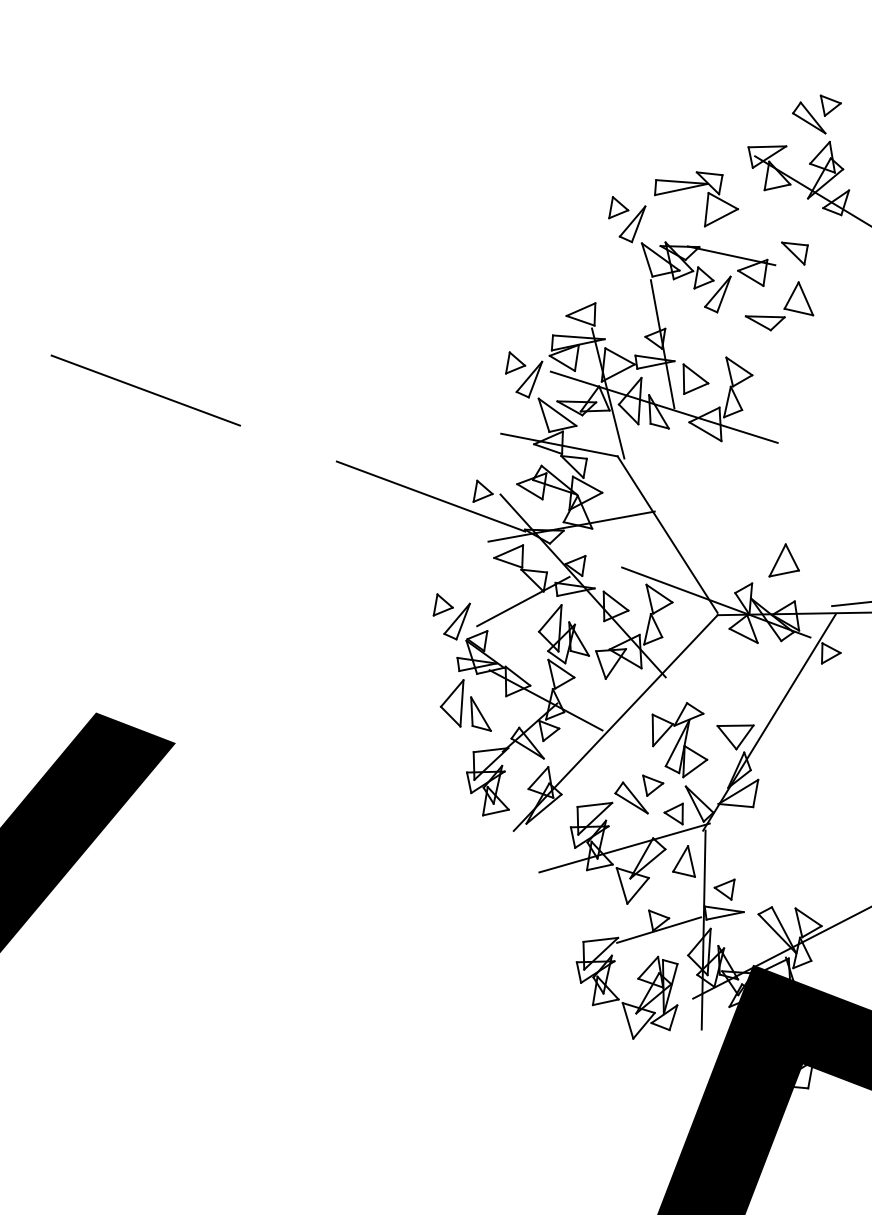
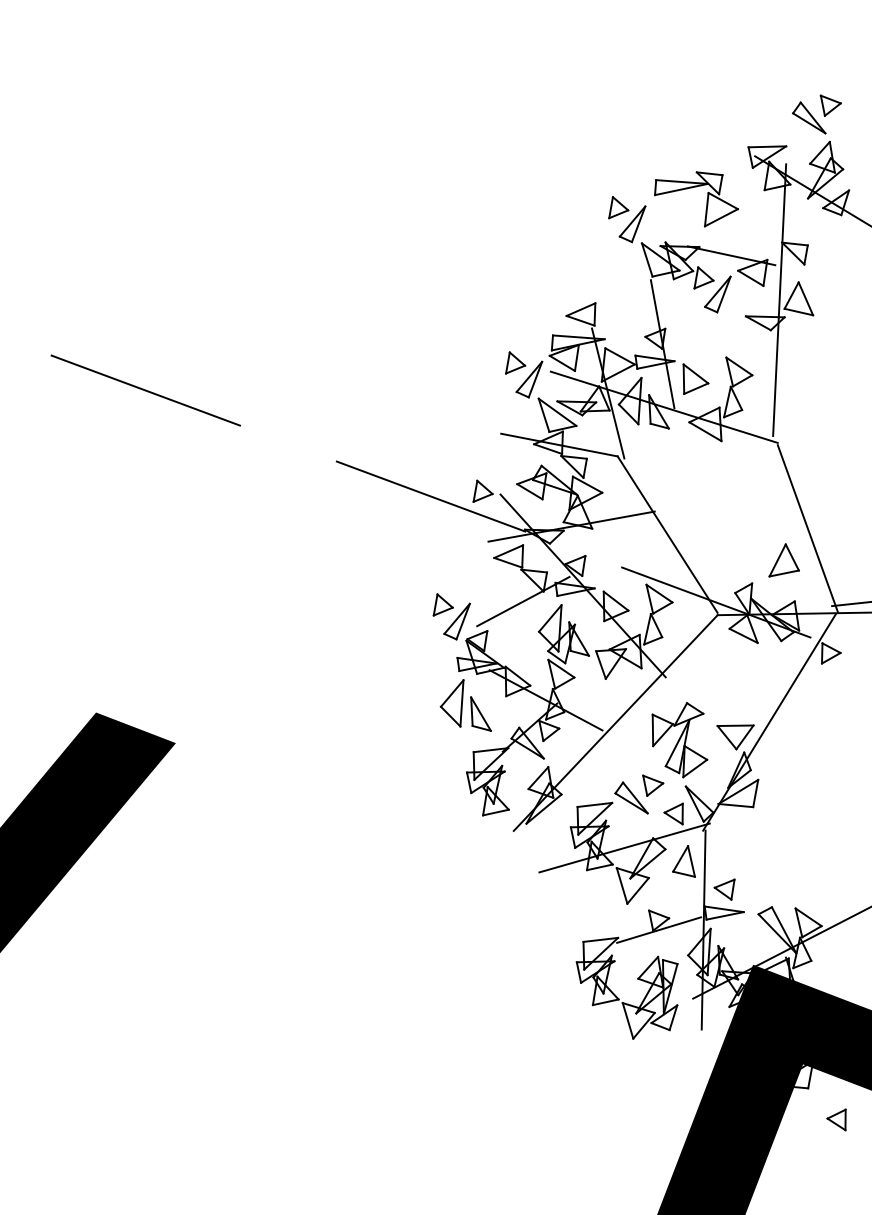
line at (779, 299): none -> present
line at (807, 528): none -> present
part at (836, 1119): none -> present
